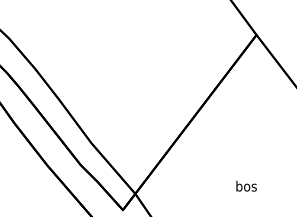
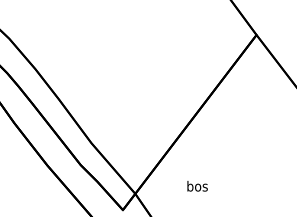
text at (246, 186) position: (246, 186) -> (197, 186)
